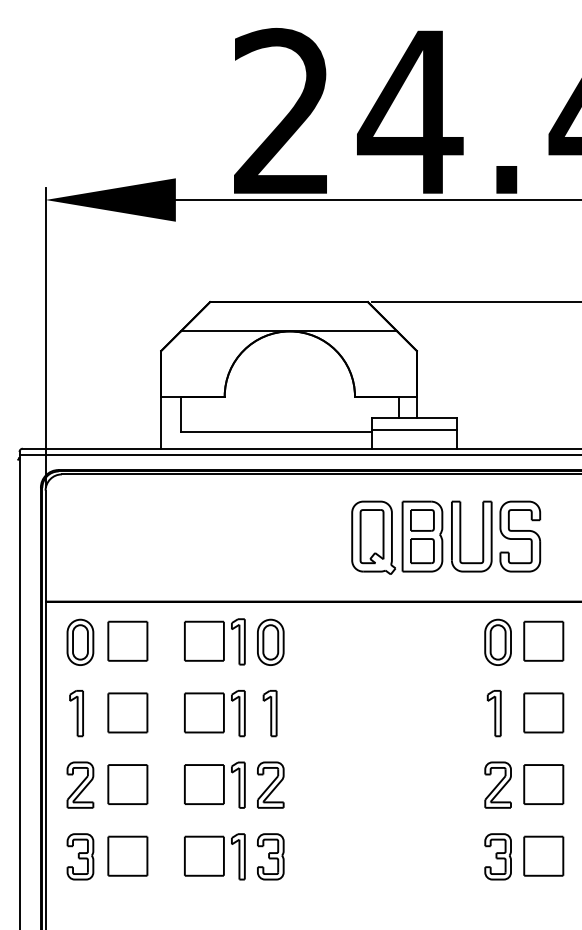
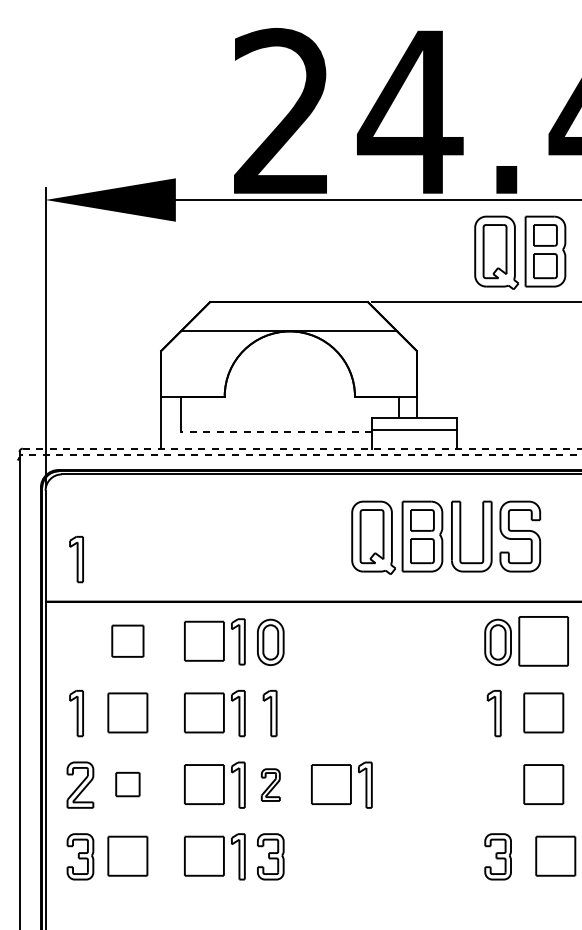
part at (520, 252): none -> present
line at (276, 432): solid -> dashed
line at (302, 448): solid -> dashed
line at (300, 455): solid -> dashed
part at (76, 559): none -> present
part at (127, 640) size: 42x42 px -> 34x34 px
part at (543, 640) size: 42x42 px -> 51x51 px
part at (80, 641): present -> none
part at (127, 784) size: 42x41 px -> 26x27 px
part at (270, 784) size: 28x48 px -> 21x34 px
part at (341, 784): none -> present
part at (497, 784): present -> none
part at (543, 855) position: (543, 855) -> (555, 855)
